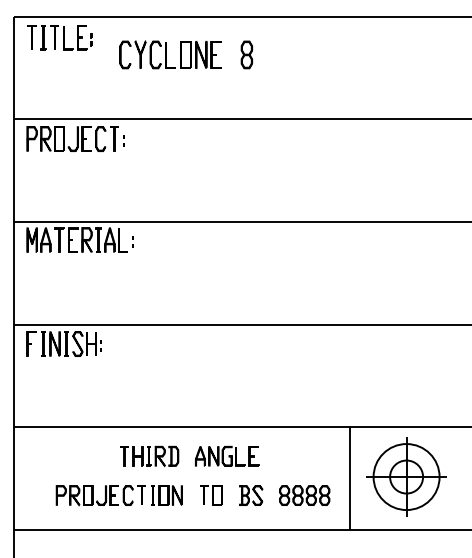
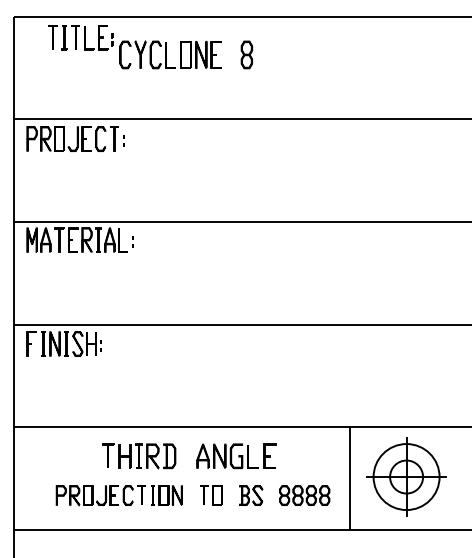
part at (59, 37) position: (59, 37) -> (80, 37)
part at (189, 456) size: 140x23 px -> 175x27 px
